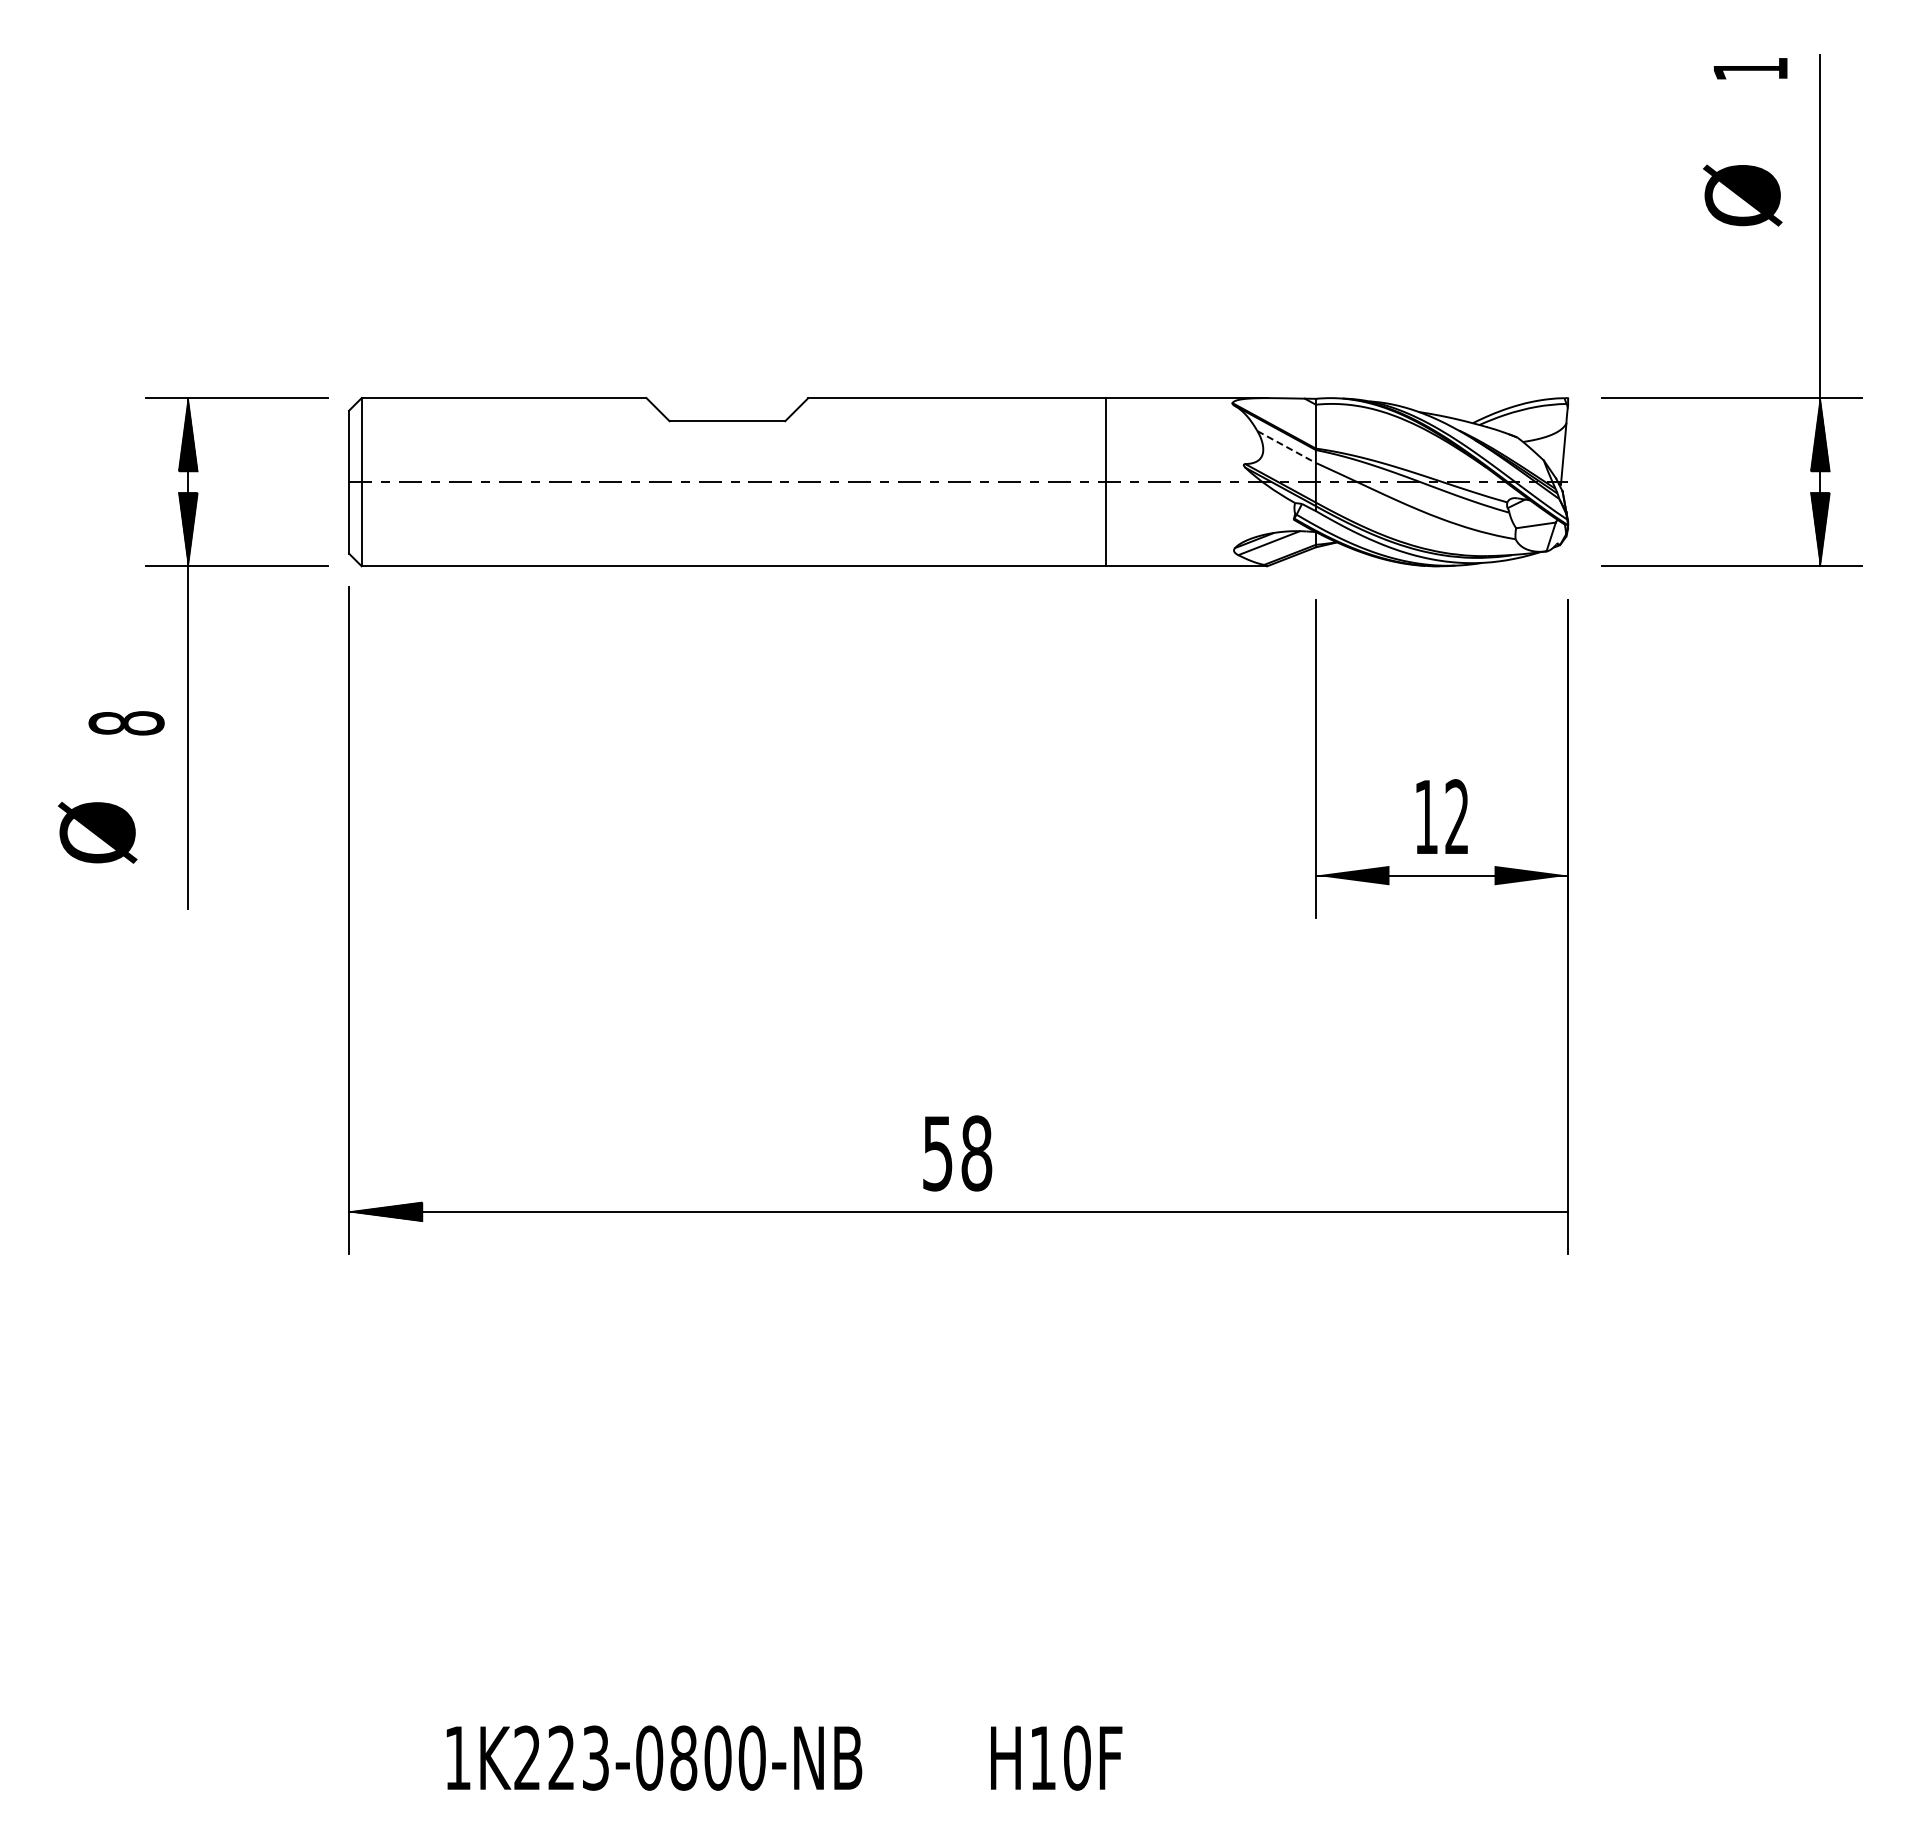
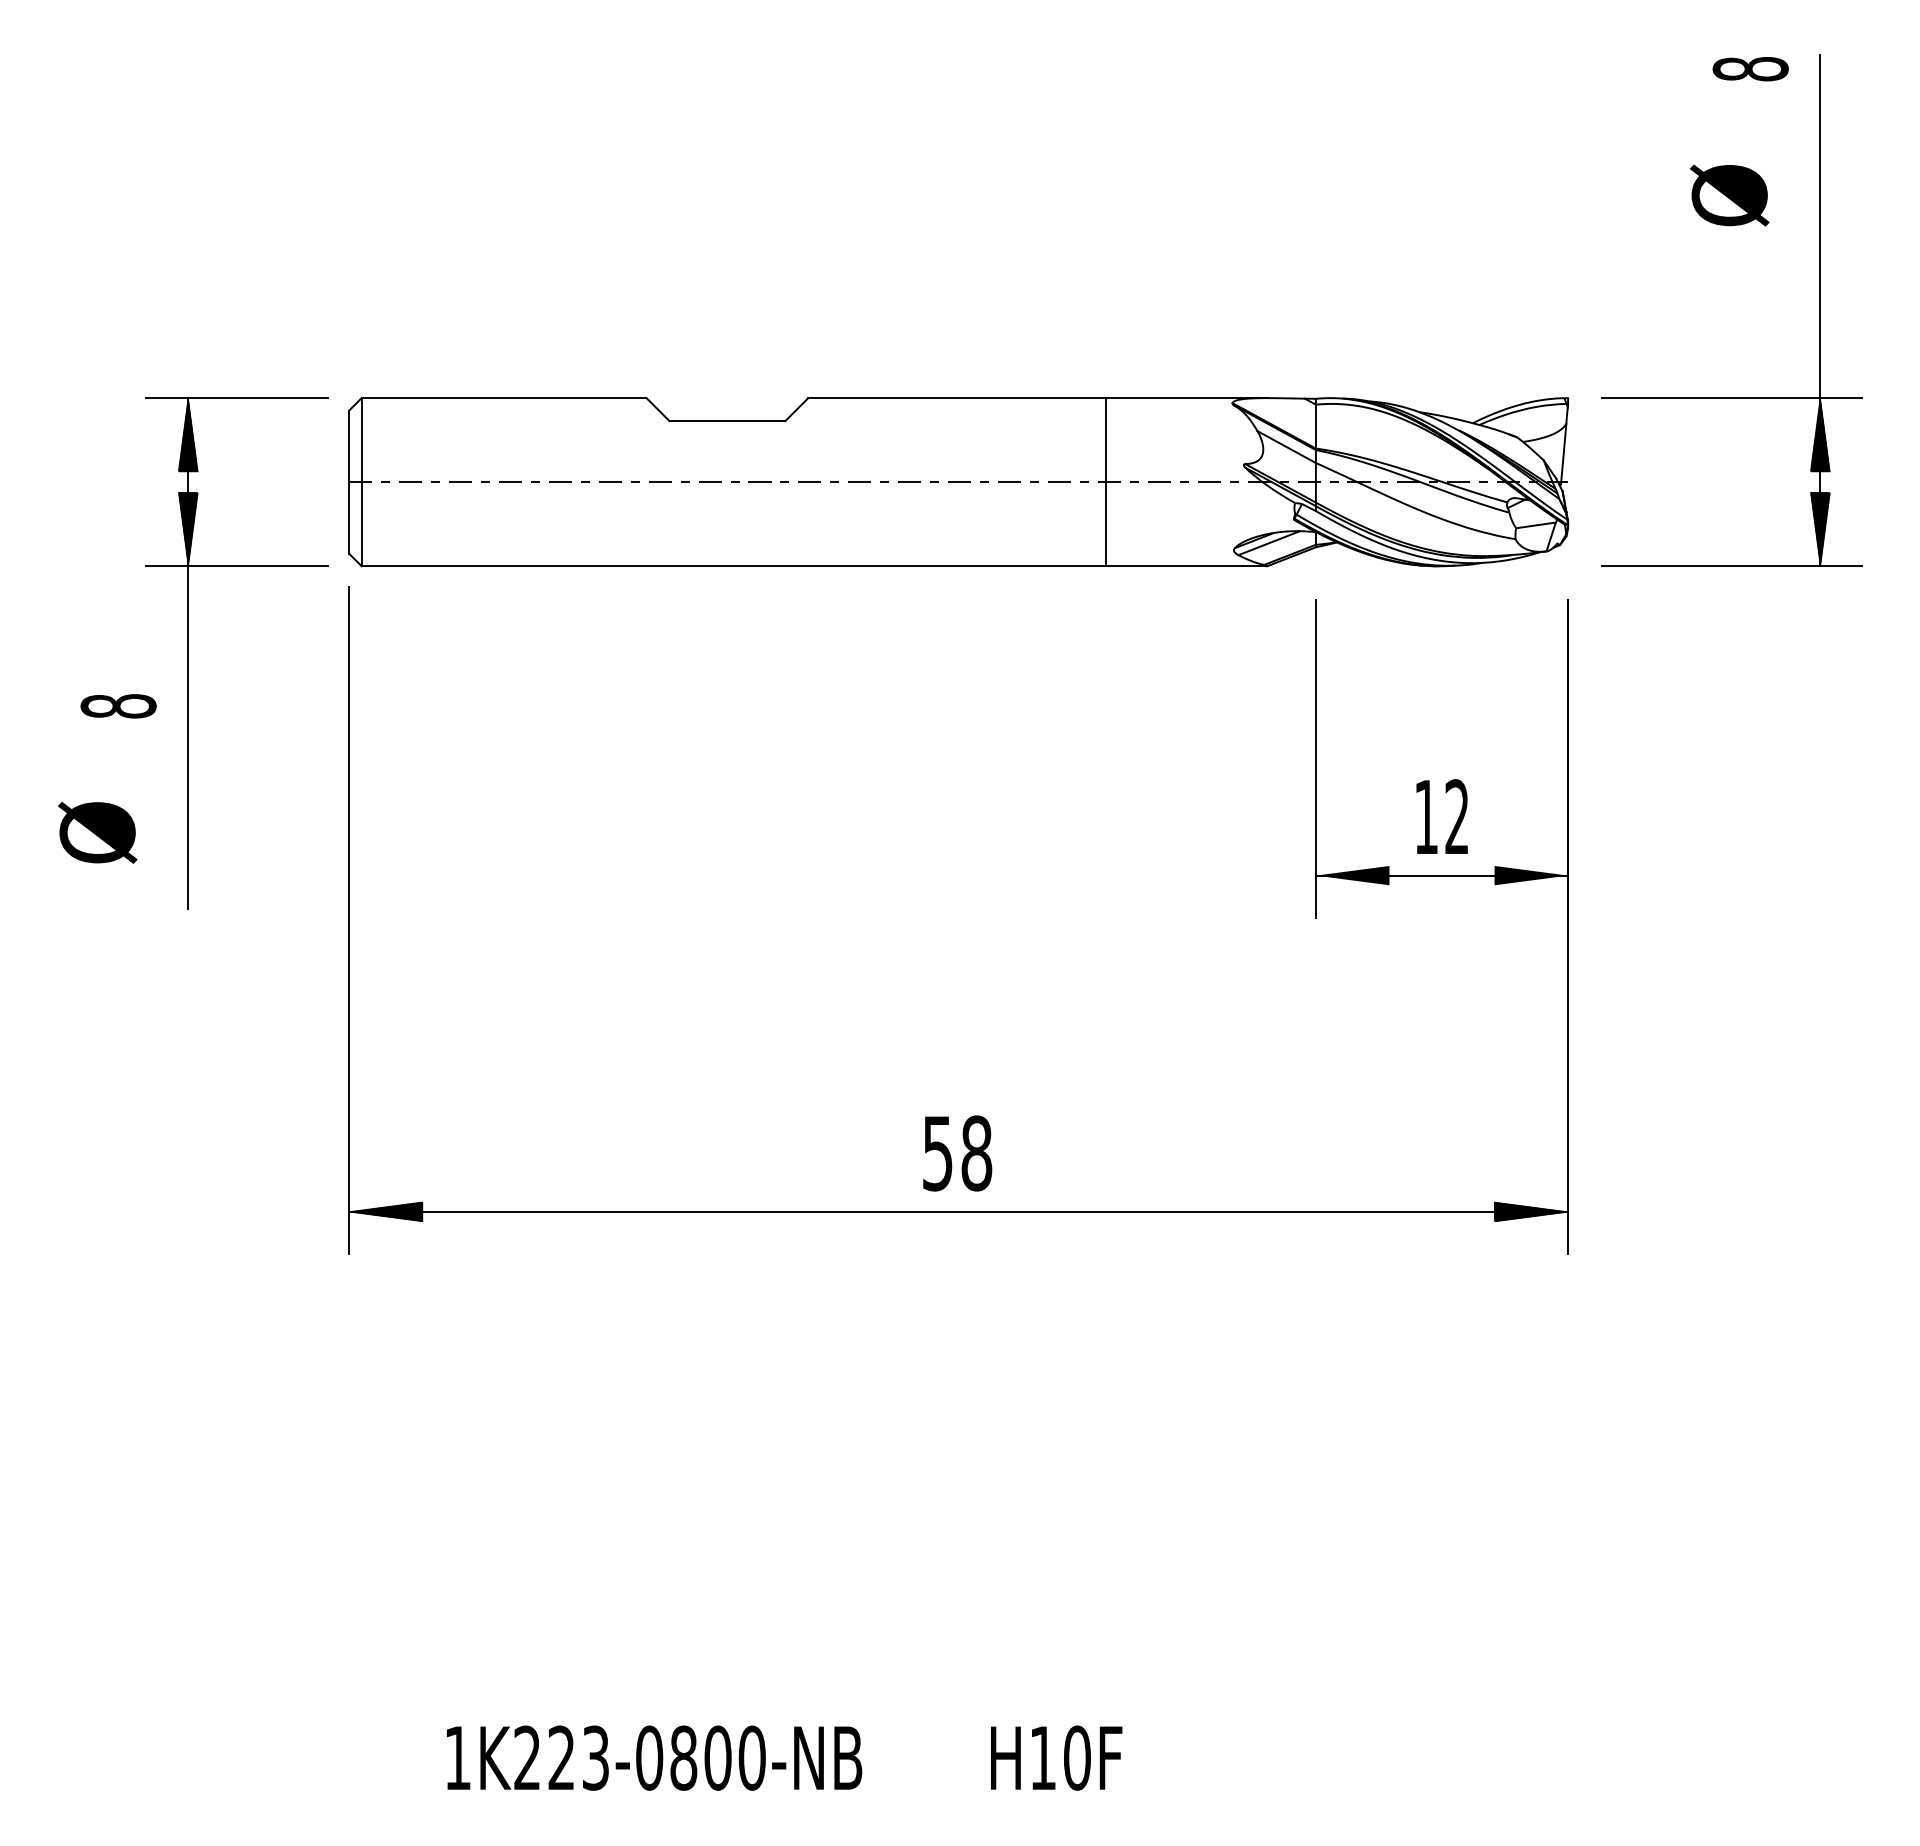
text at (1750, 69): 1 -> 8
text at (1742, 195) position: (1742, 195) -> (1729, 195)
line at (1287, 447): dashed -> solid
text at (126, 723) position: (126, 723) -> (118, 706)
hatch at (1530, 1211): none -> present
